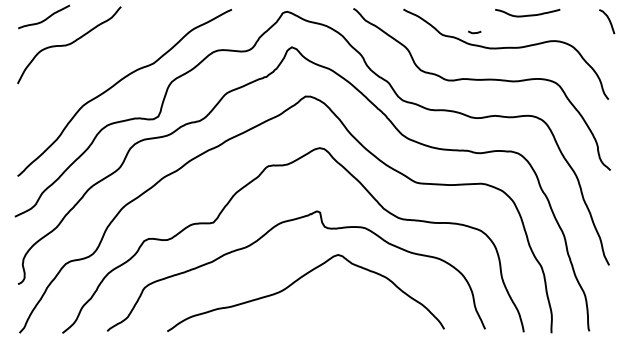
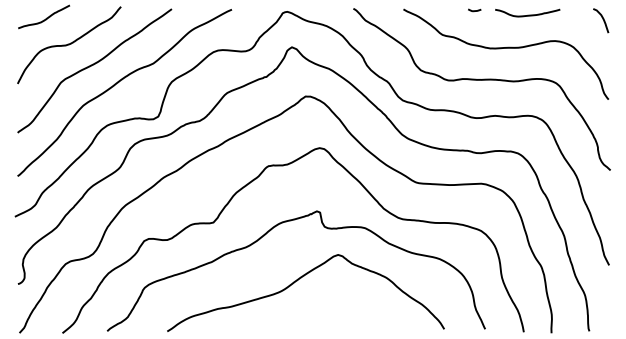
curve at (608, 20) position: (608, 20) -> (602, 19)
curve at (474, 32) position: (474, 32) -> (474, 10)
curve at (91, 66): none -> present
